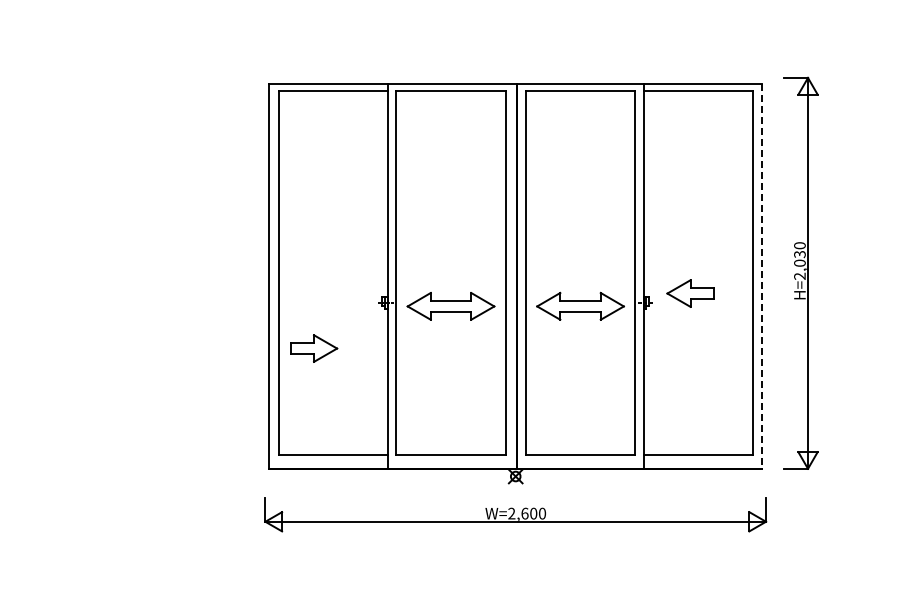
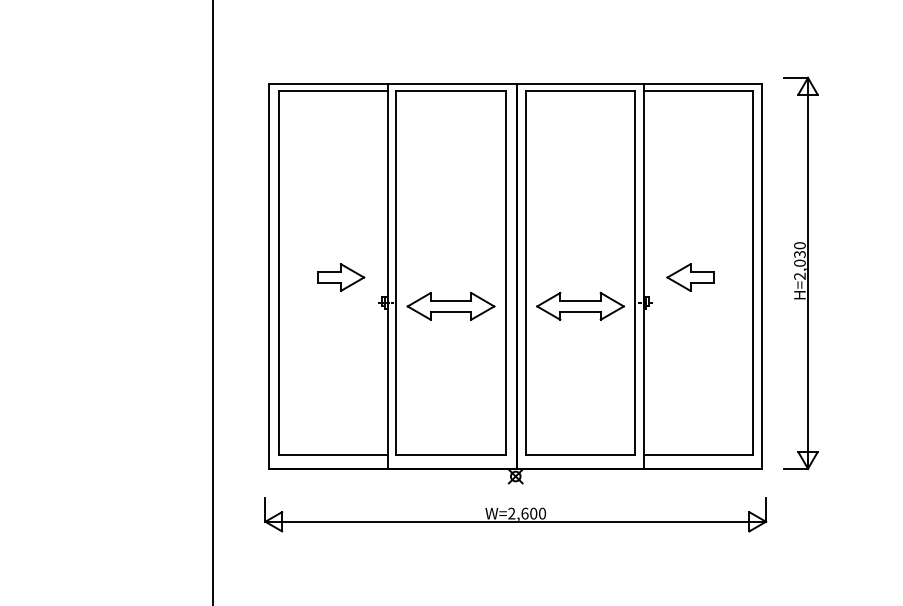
line at (762, 276): dashed -> solid
part at (690, 293) position: (690, 293) -> (690, 277)
line at (213, 302): none -> present
part at (314, 348) position: (314, 348) -> (341, 277)
